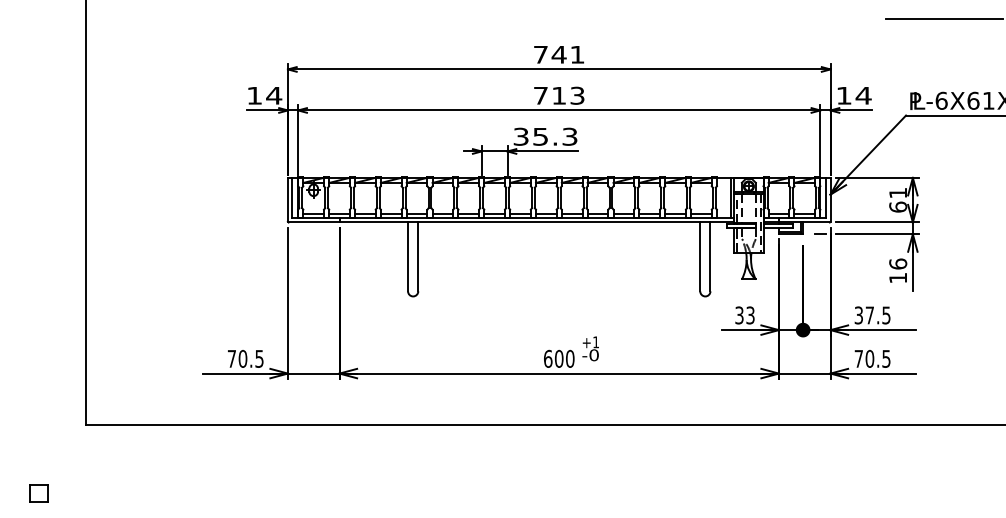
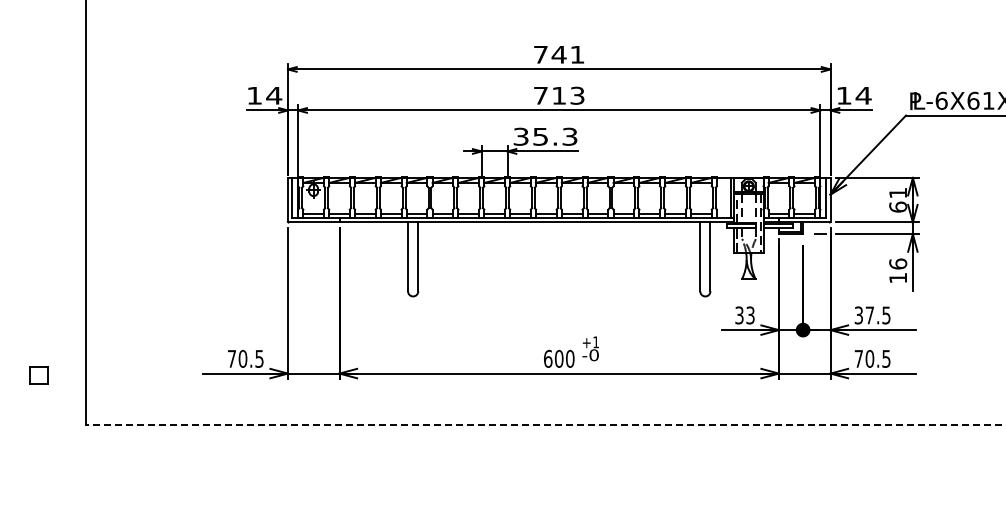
line at (944, 18): present -> none
line at (546, 425): solid -> dashed
part at (38, 493) position: (38, 493) -> (38, 375)
